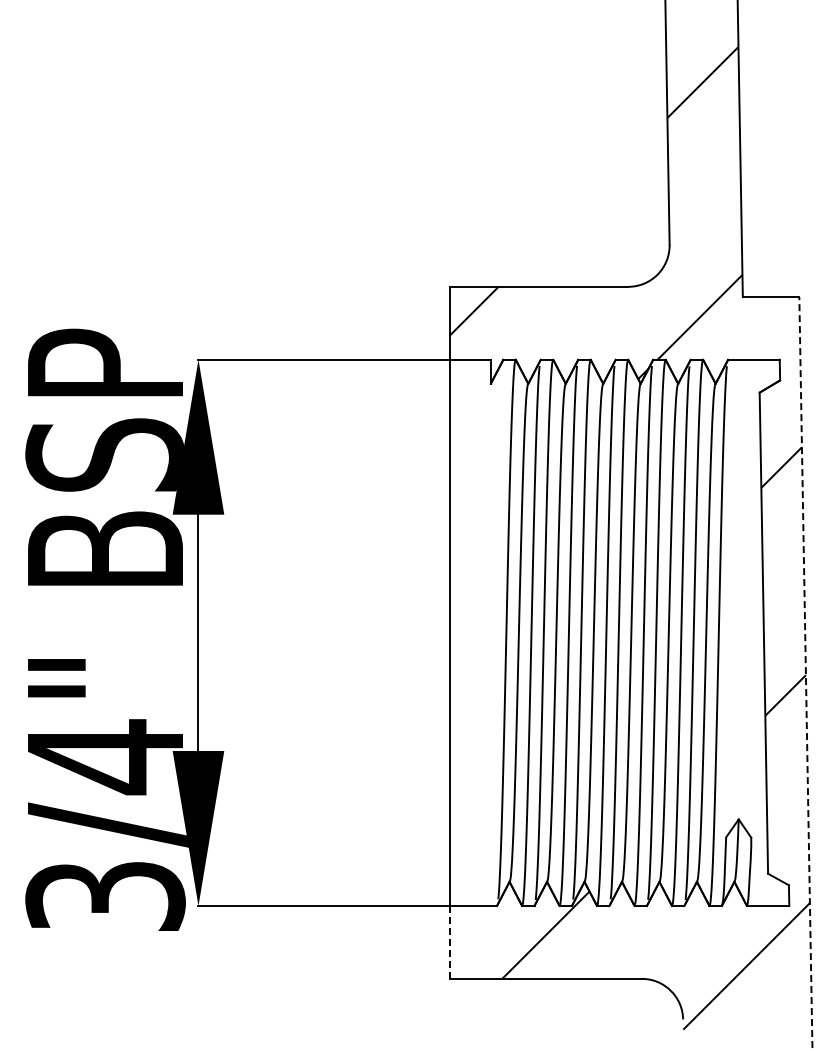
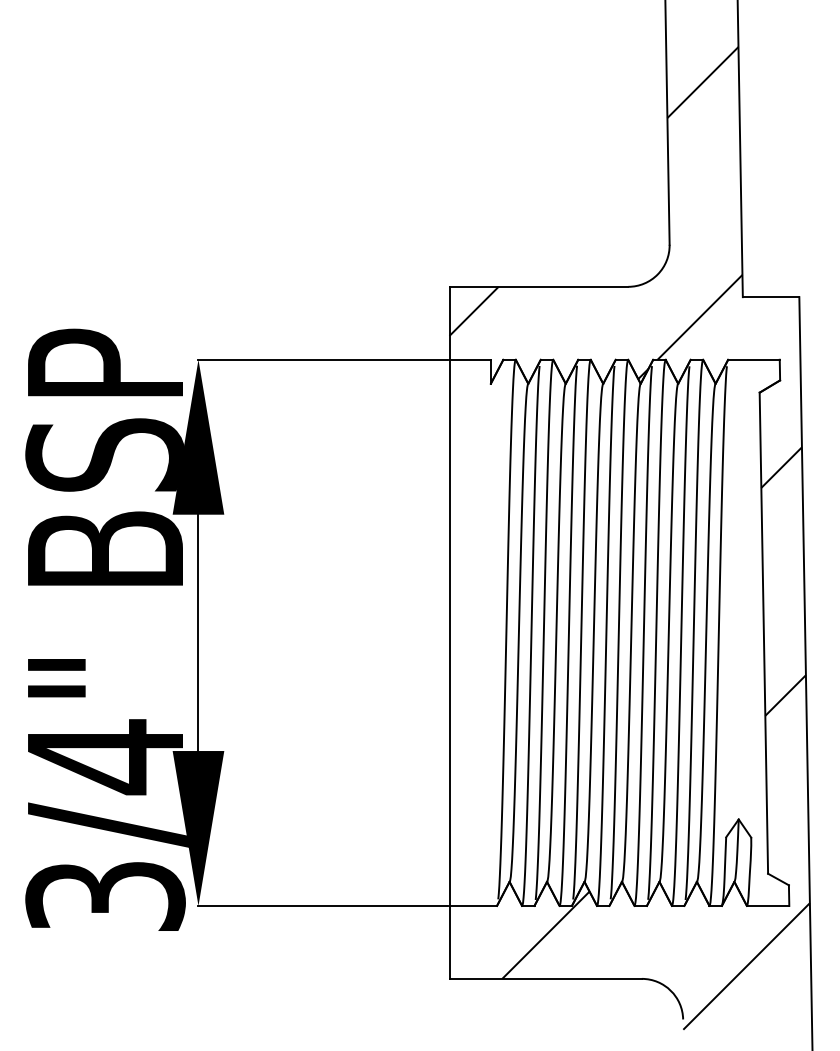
line at (805, 673): dashed -> solid
line at (449, 941): dashed -> solid
